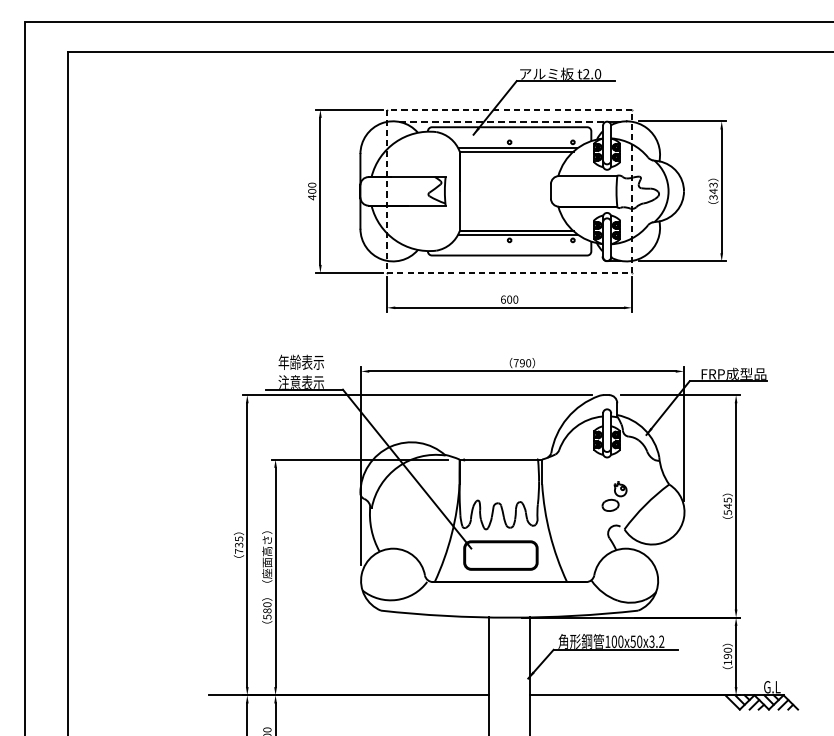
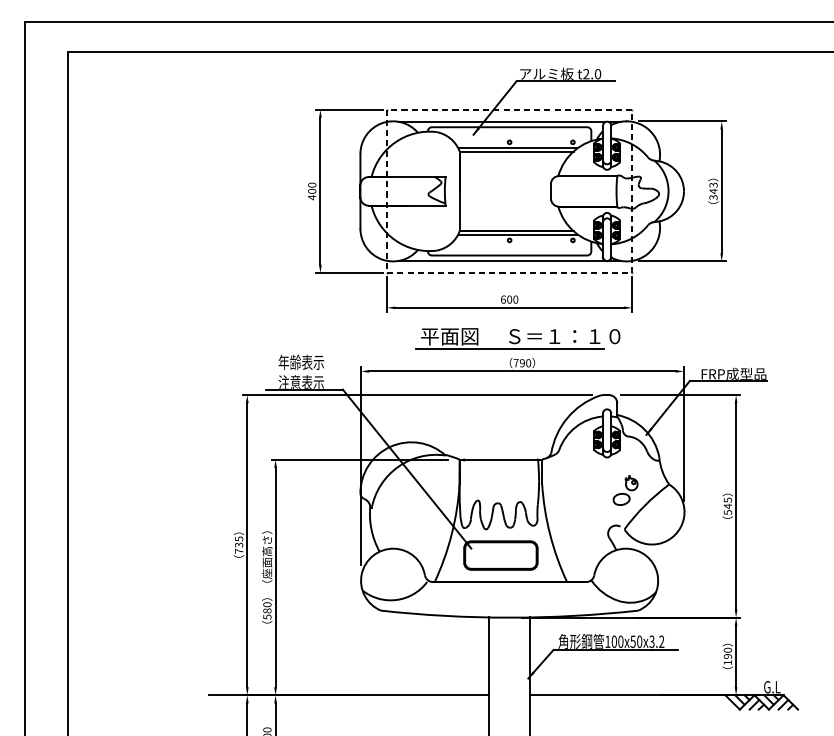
line at (502, 121): dashed -> solid
line at (502, 260): none -> present
part at (517, 338): none -> present
part at (614, 496) position: (614, 496) -> (625, 490)
